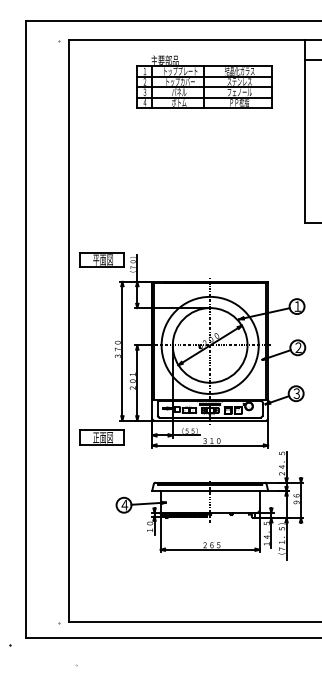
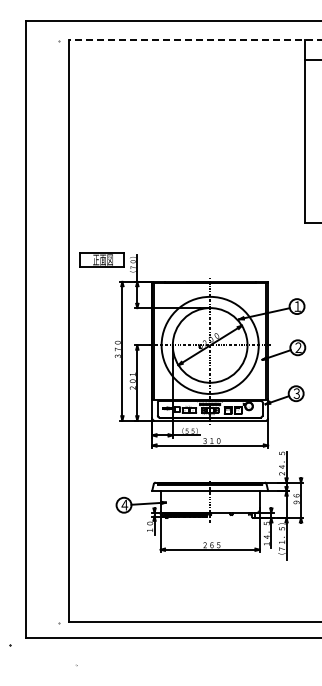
line at (194, 40): solid -> dashed
part at (204, 81): present -> none
text at (96, 260): 平面図 -> 正面図
part at (101, 437): present -> none
